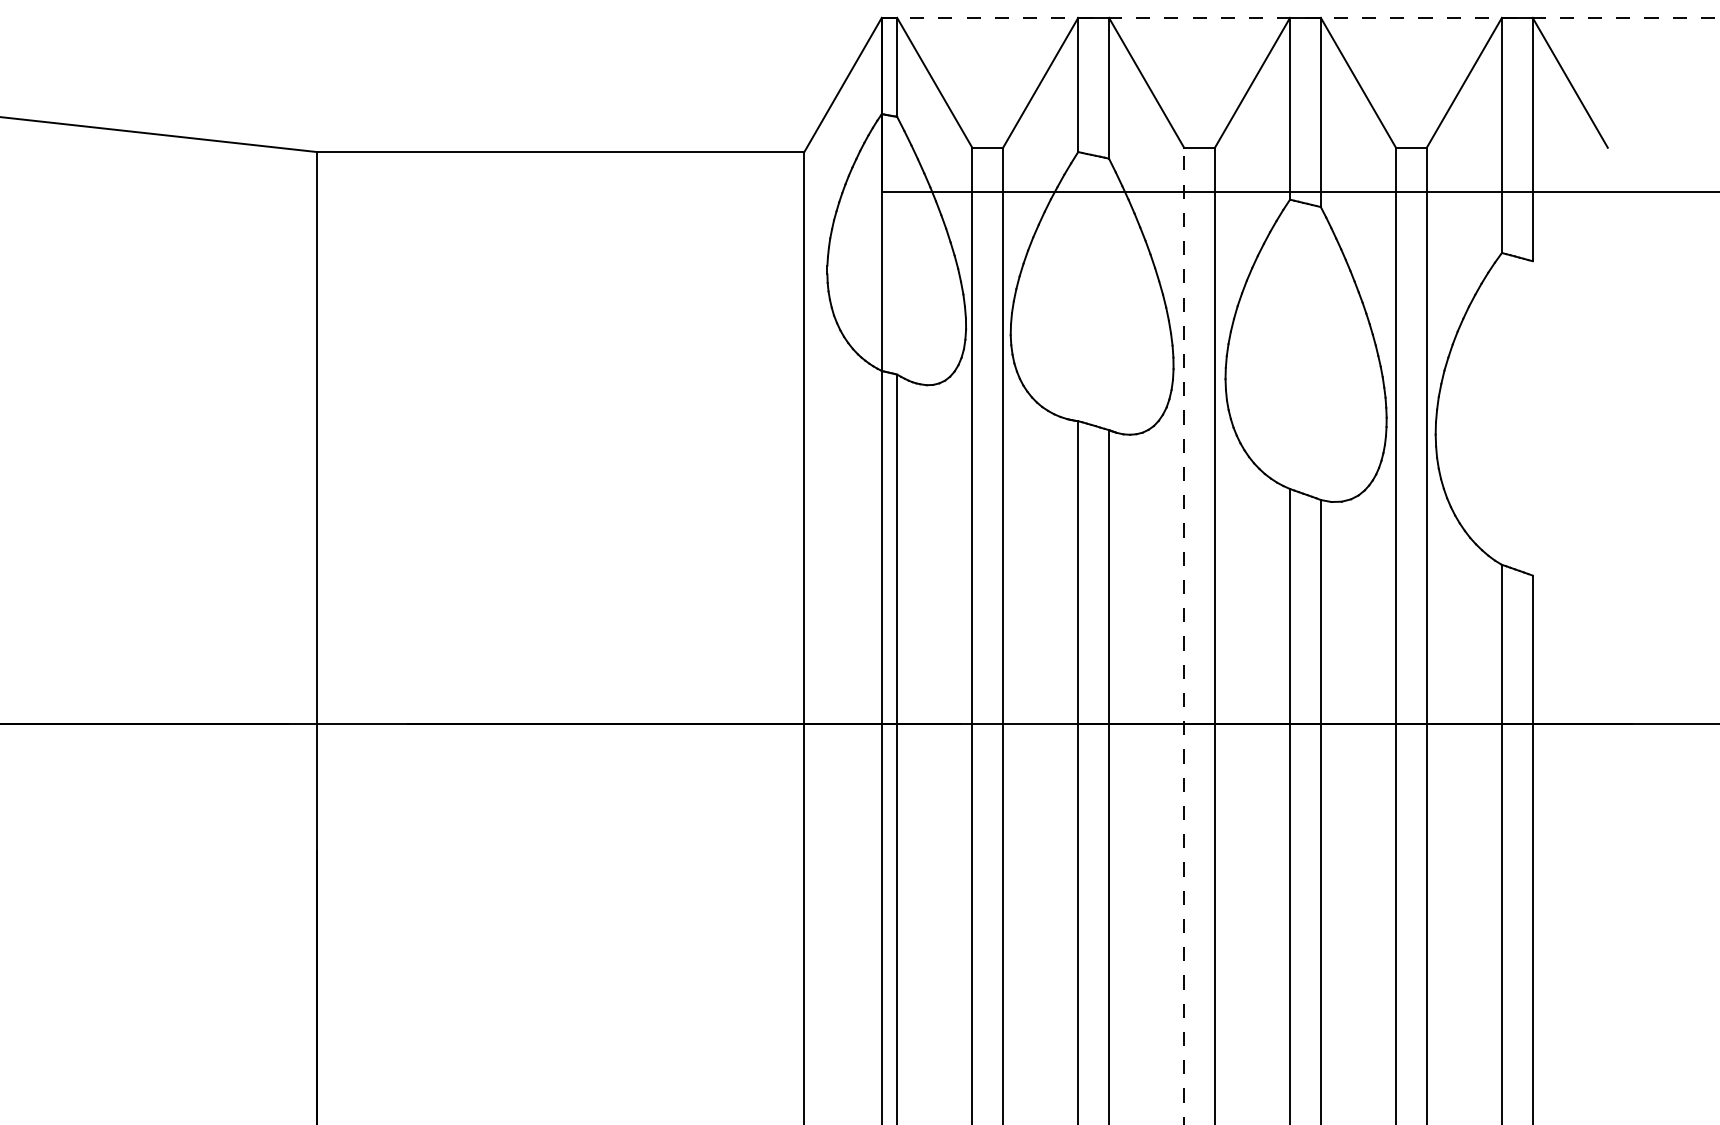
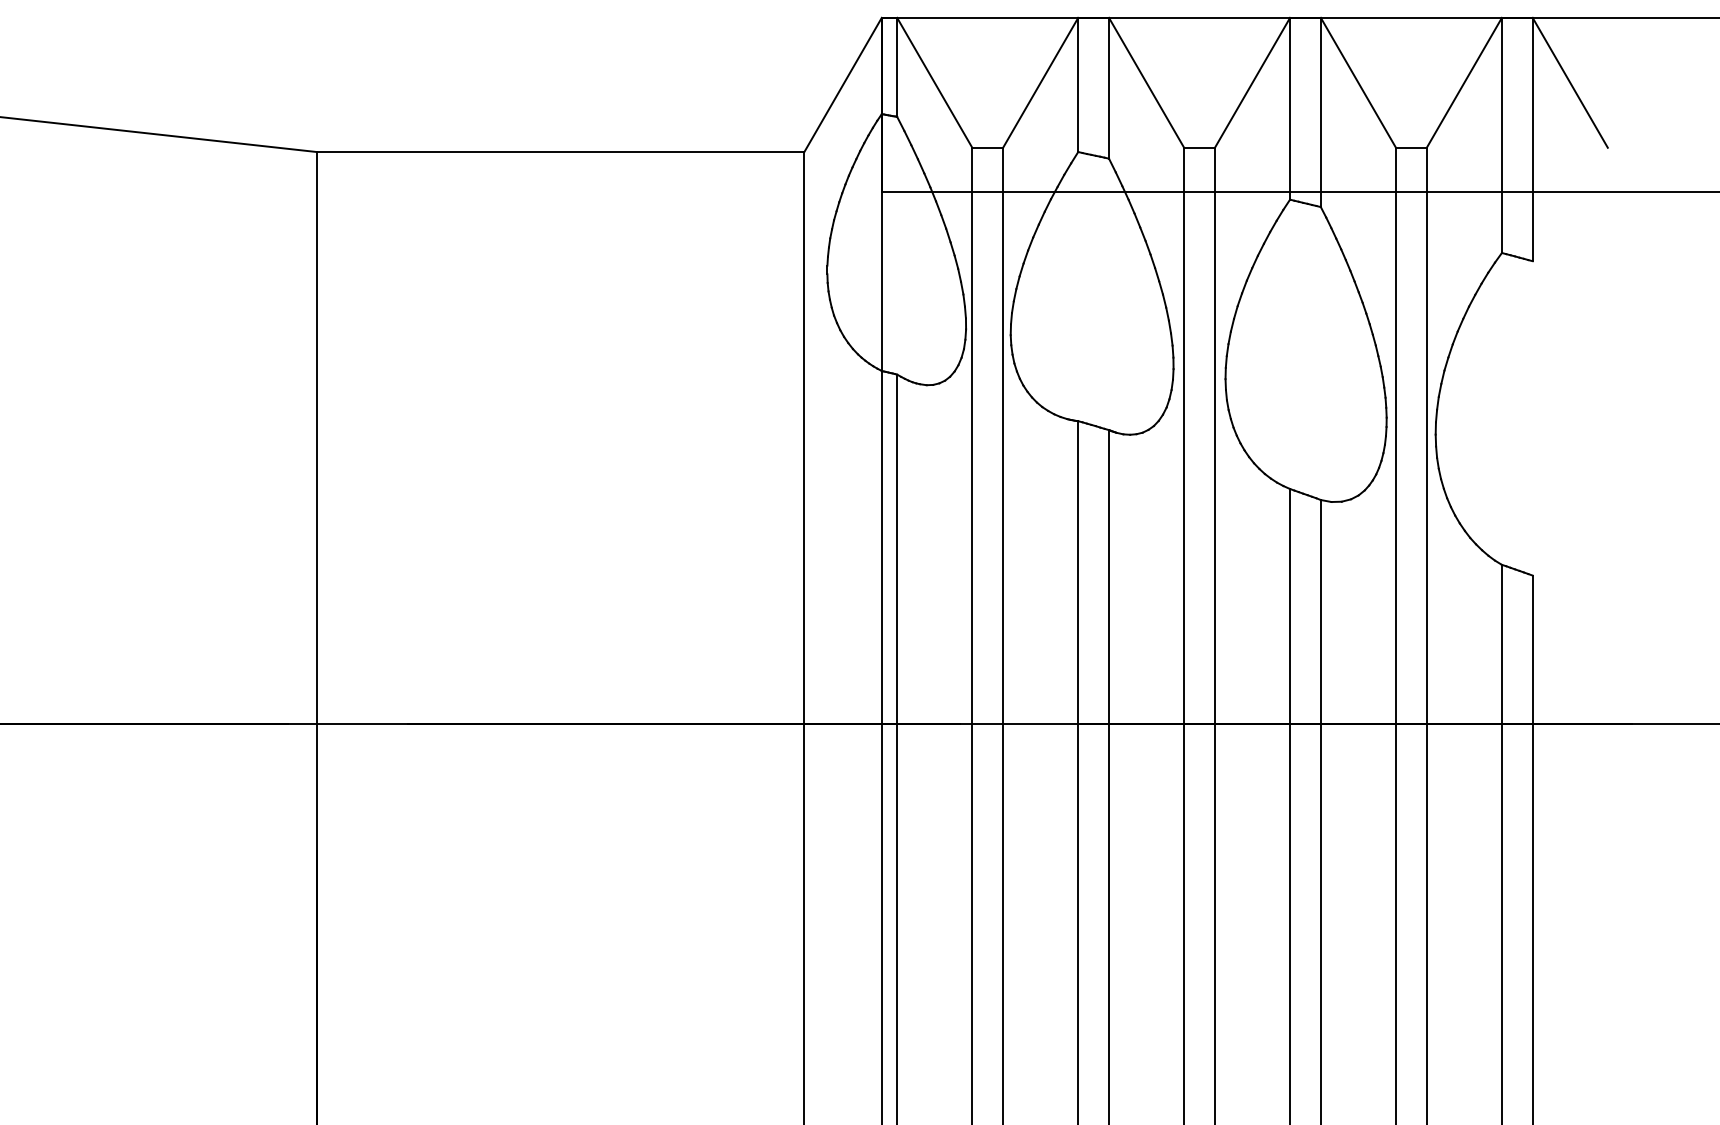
line at (1300, 17): dashed -> solid
line at (1184, 635): dashed -> solid
